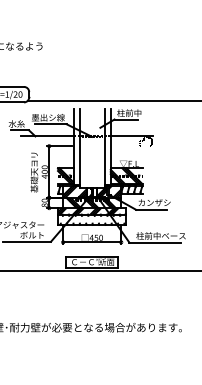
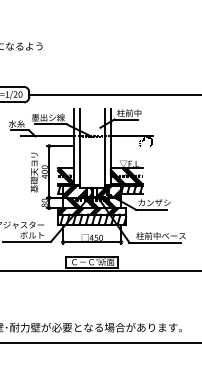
line at (113, 100) position: (113, 100) -> (113, 94)
hatch at (93, 219): none -> present
line at (100, 343): none -> present
